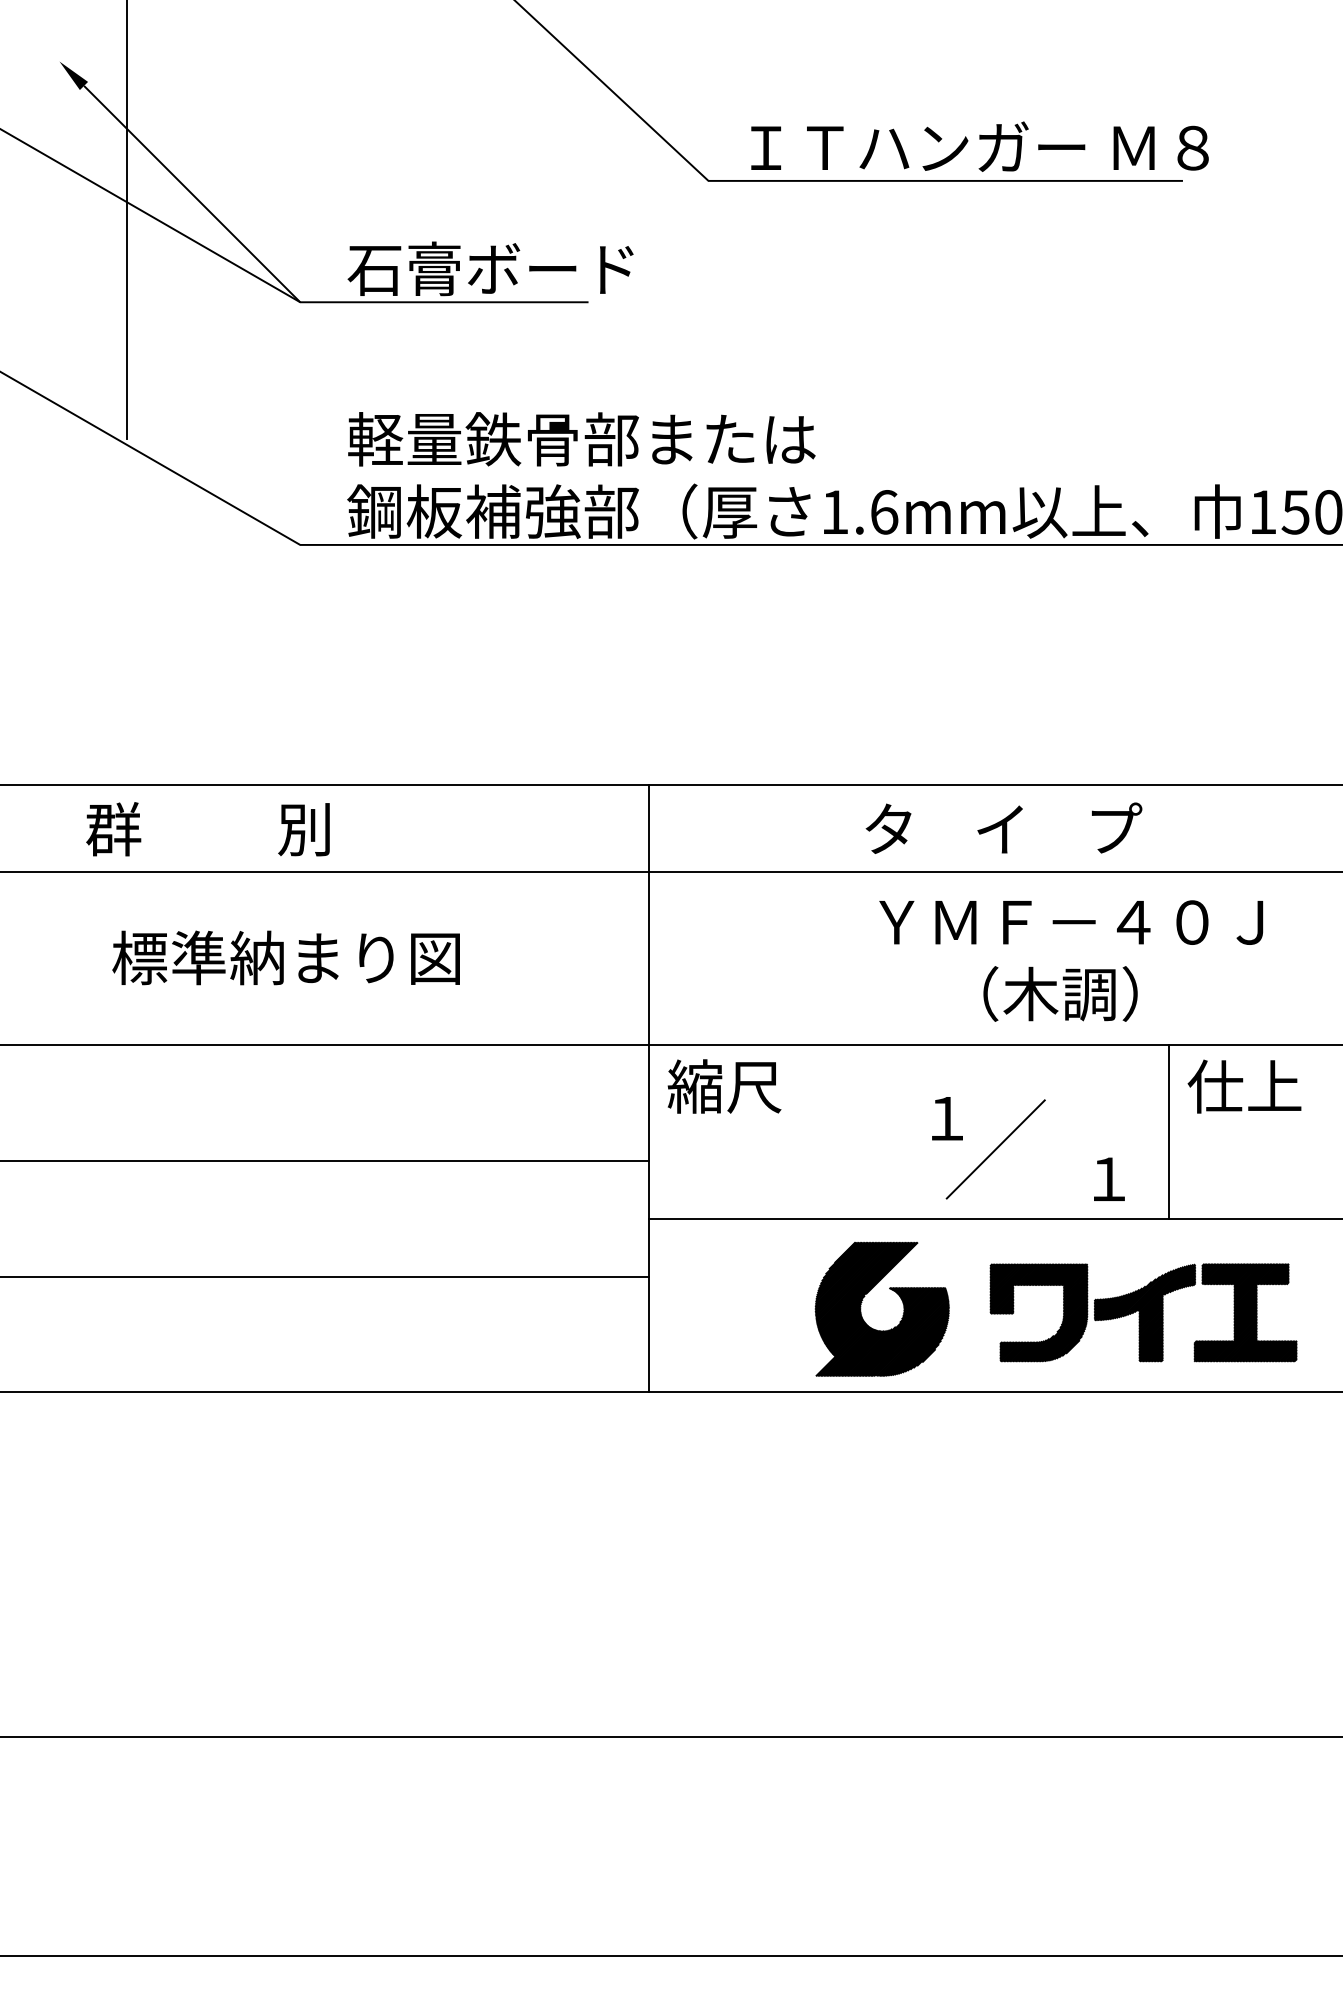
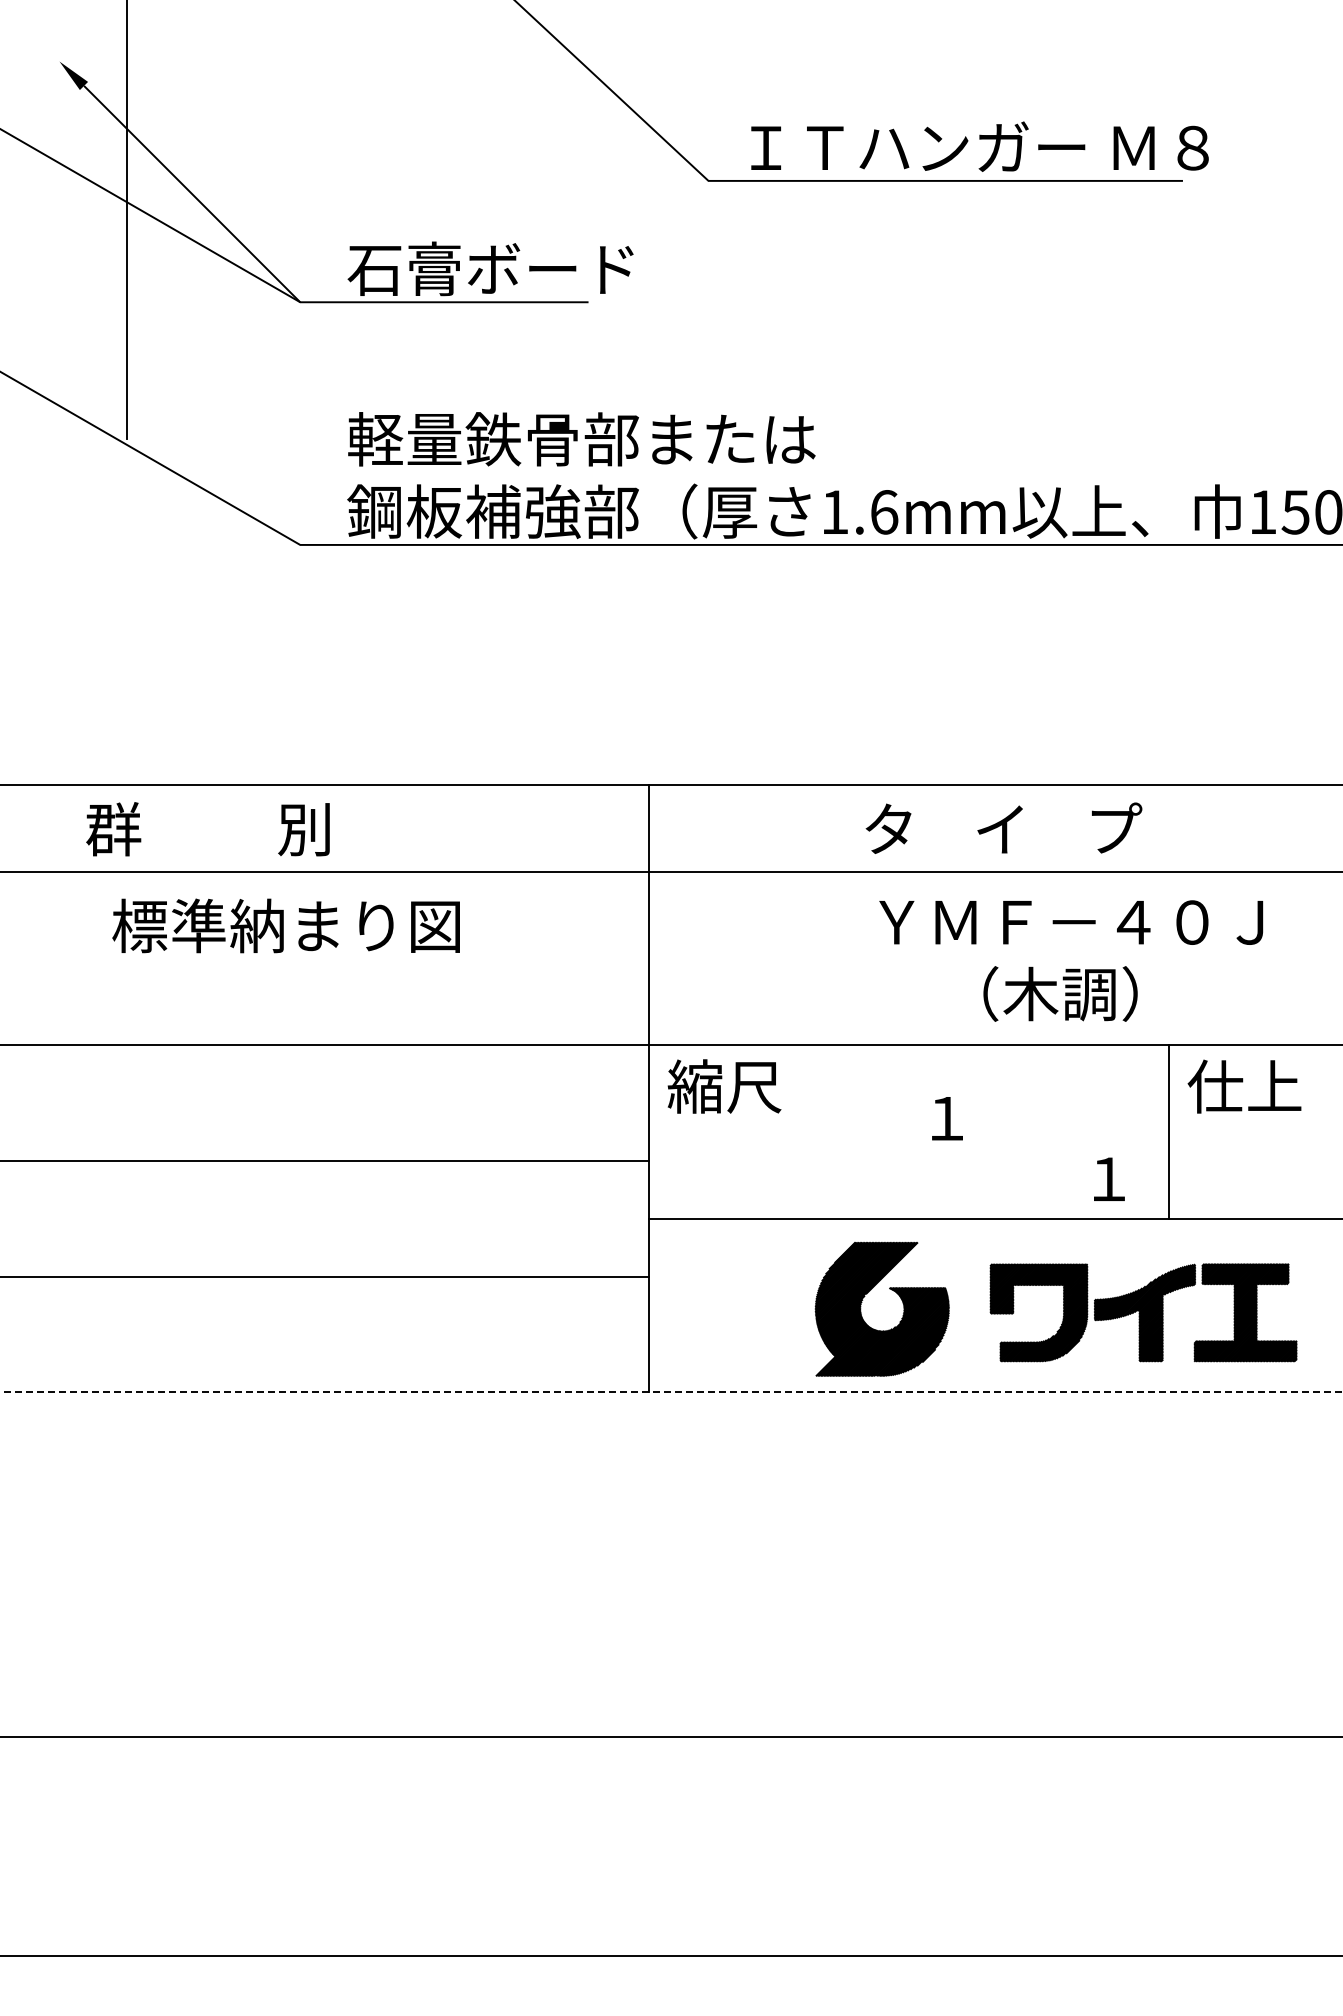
text at (285, 957) position: (285, 957) -> (285, 925)
line at (995, 1149): present -> none
line at (671, 1392): solid -> dashed
